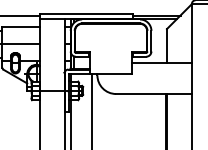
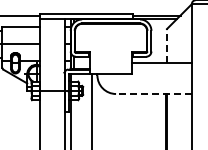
line at (166, 46): solid -> dashed
line at (153, 94): solid -> dashed
